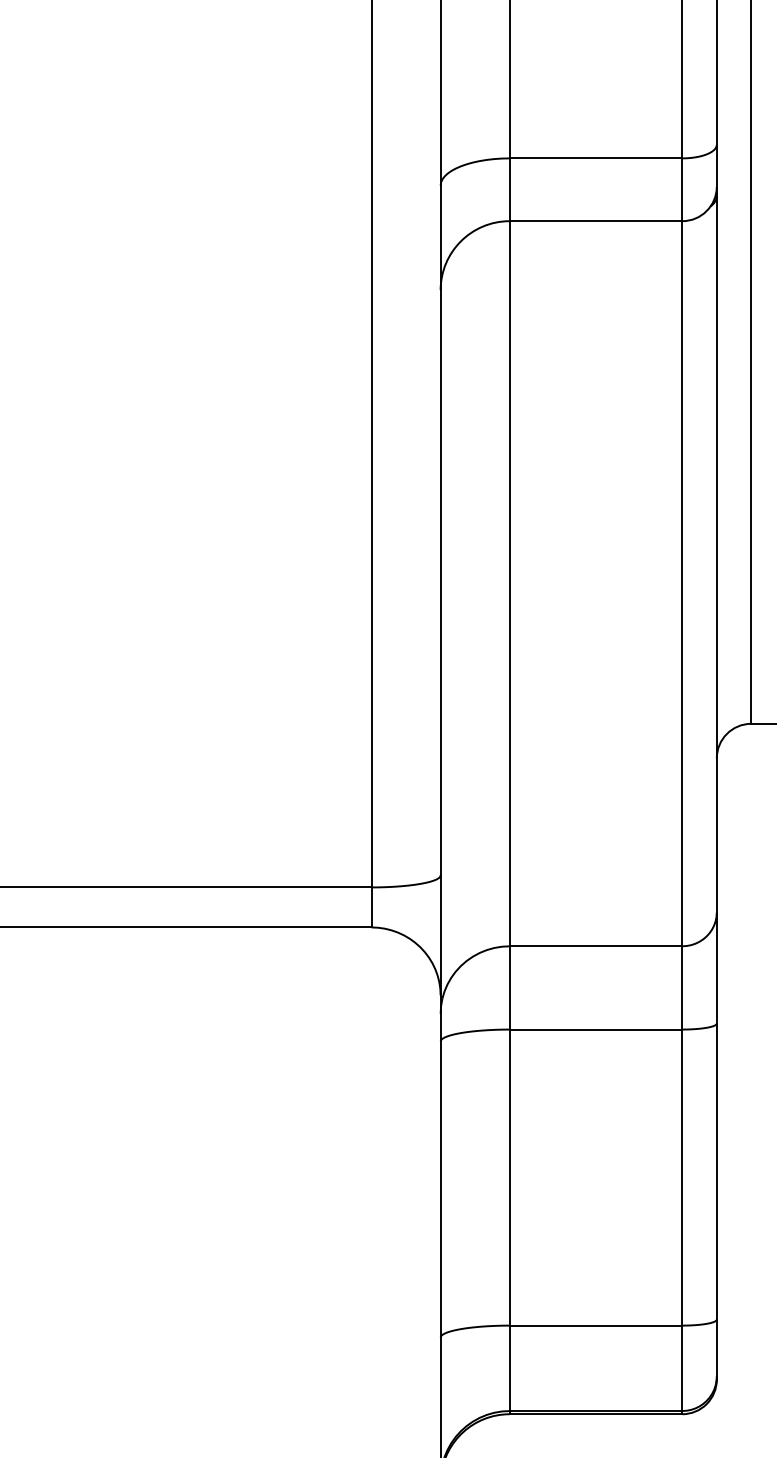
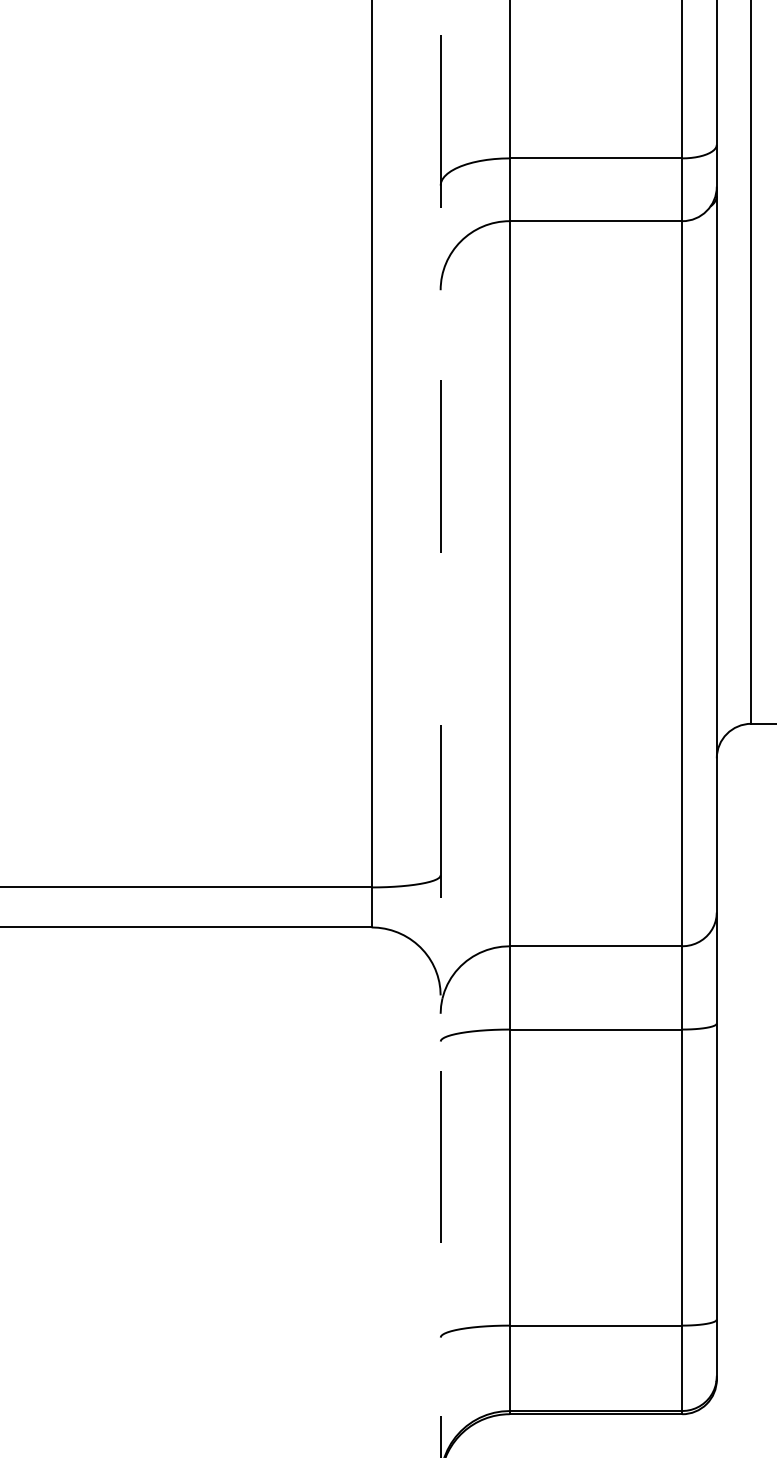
line at (440, 729): solid -> dashed
